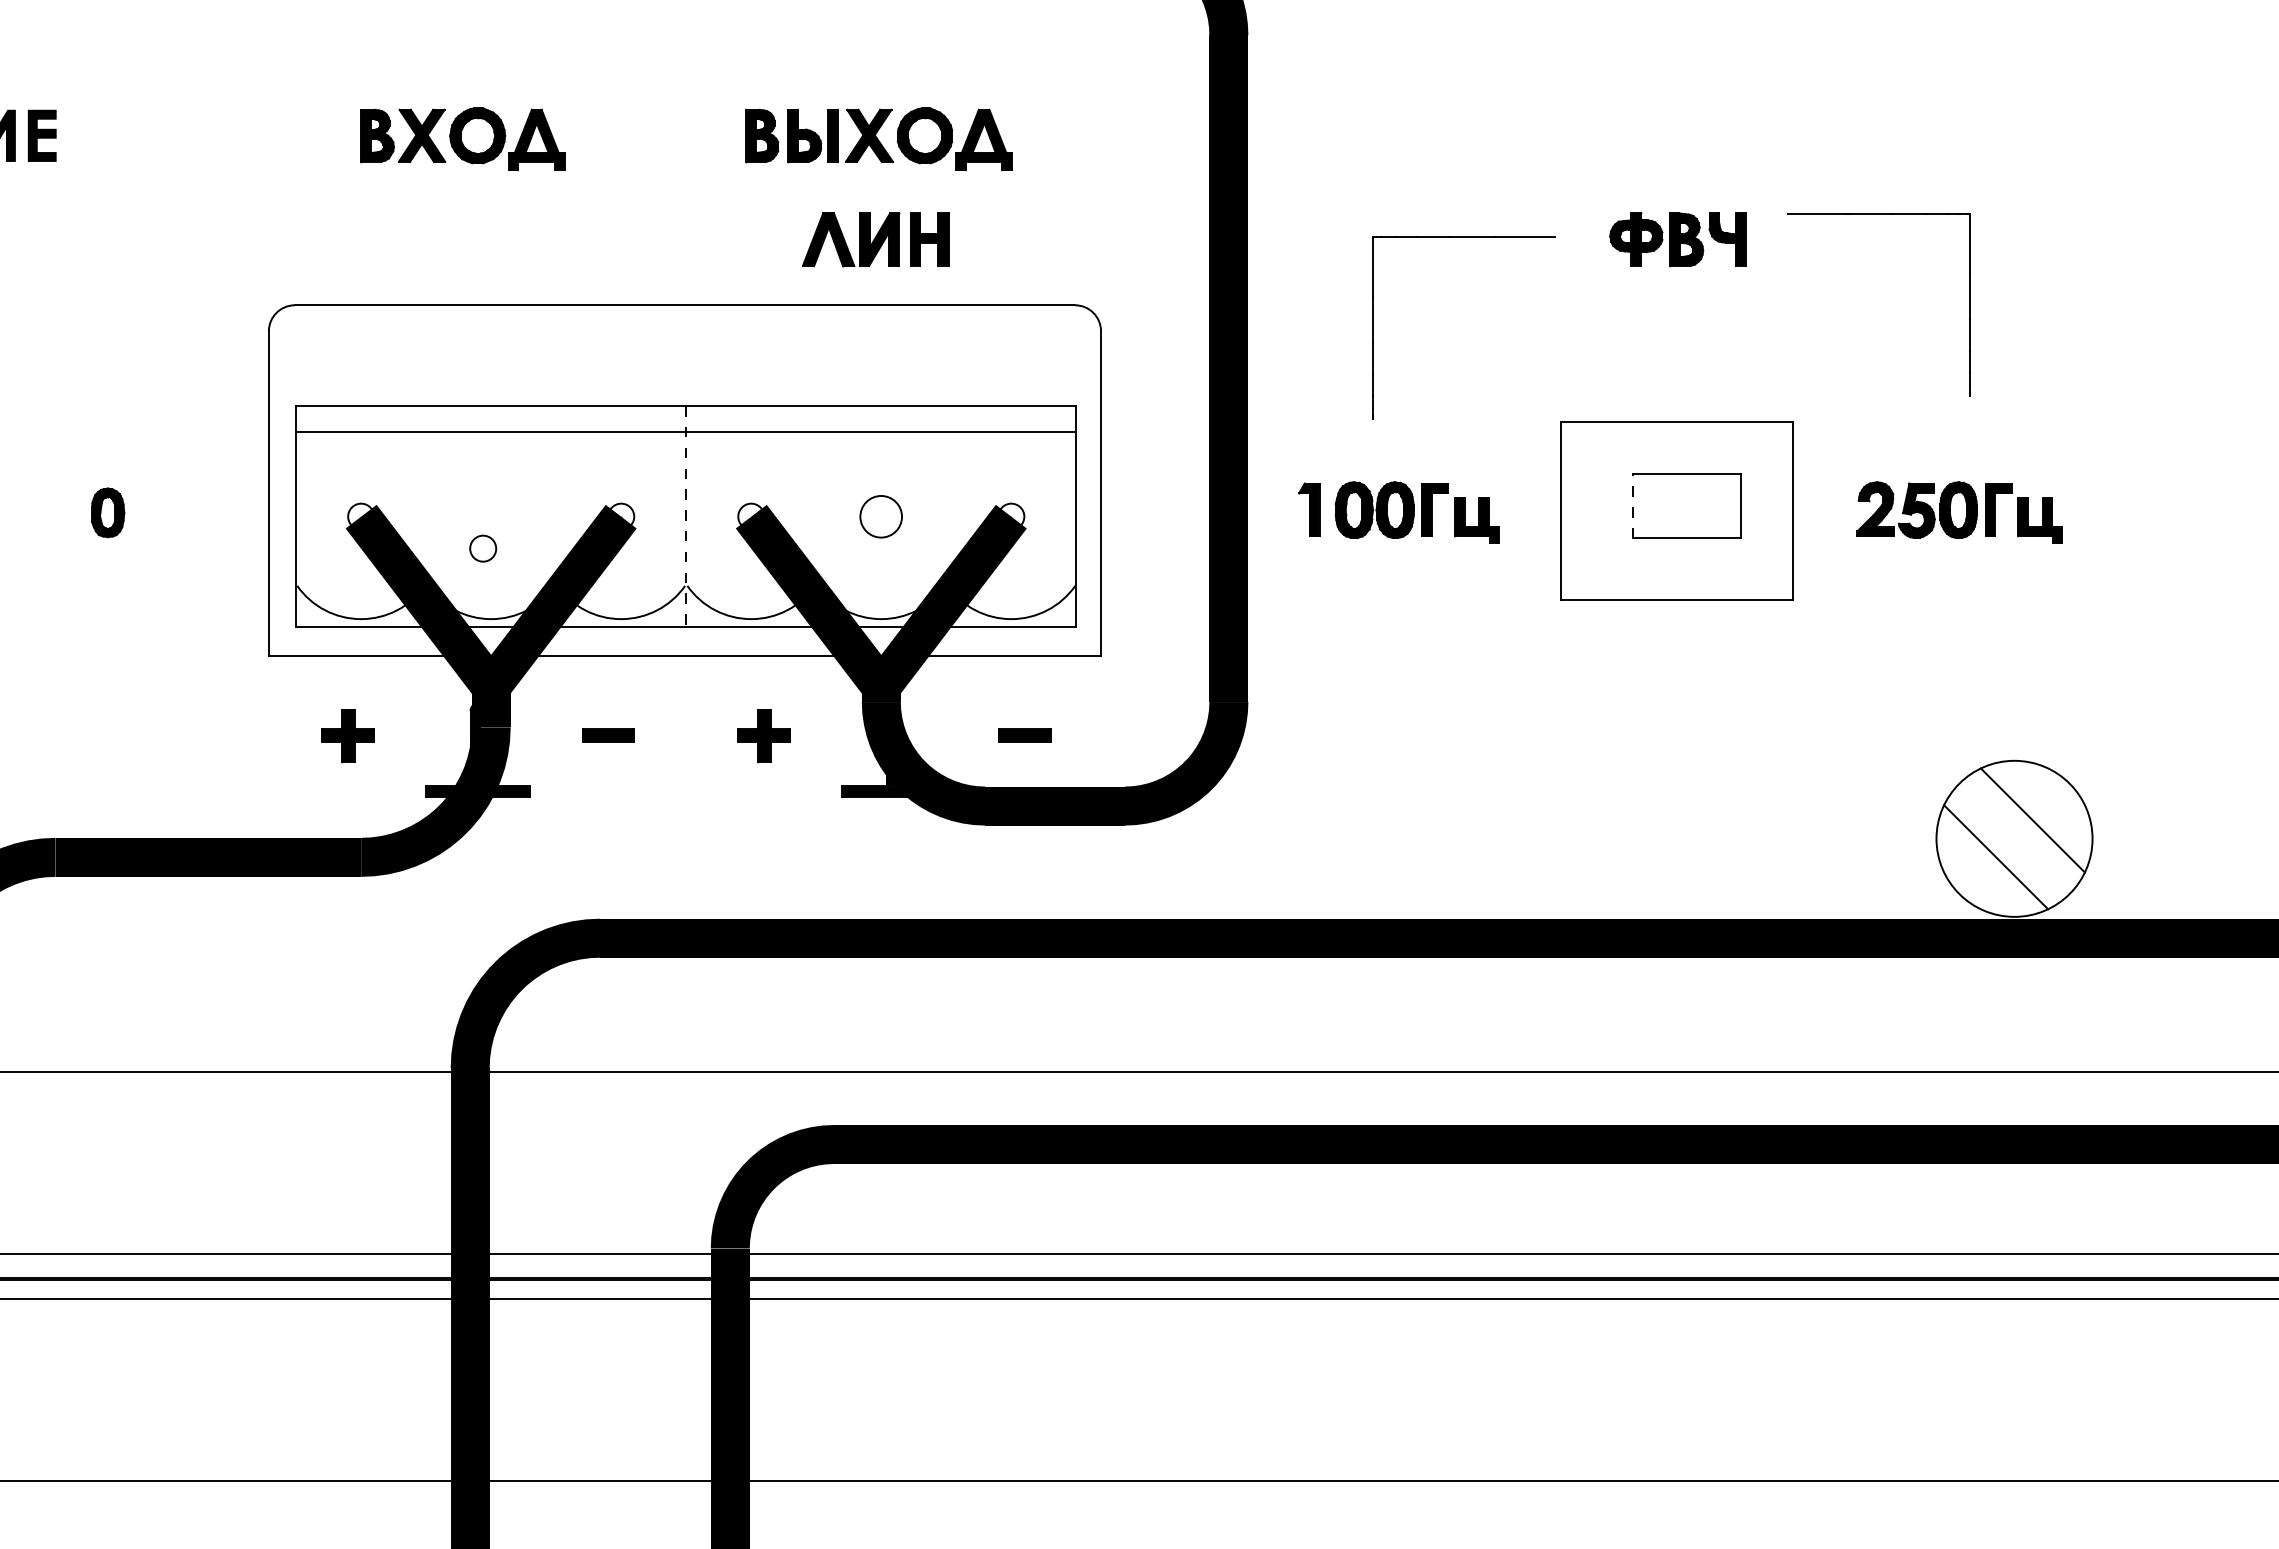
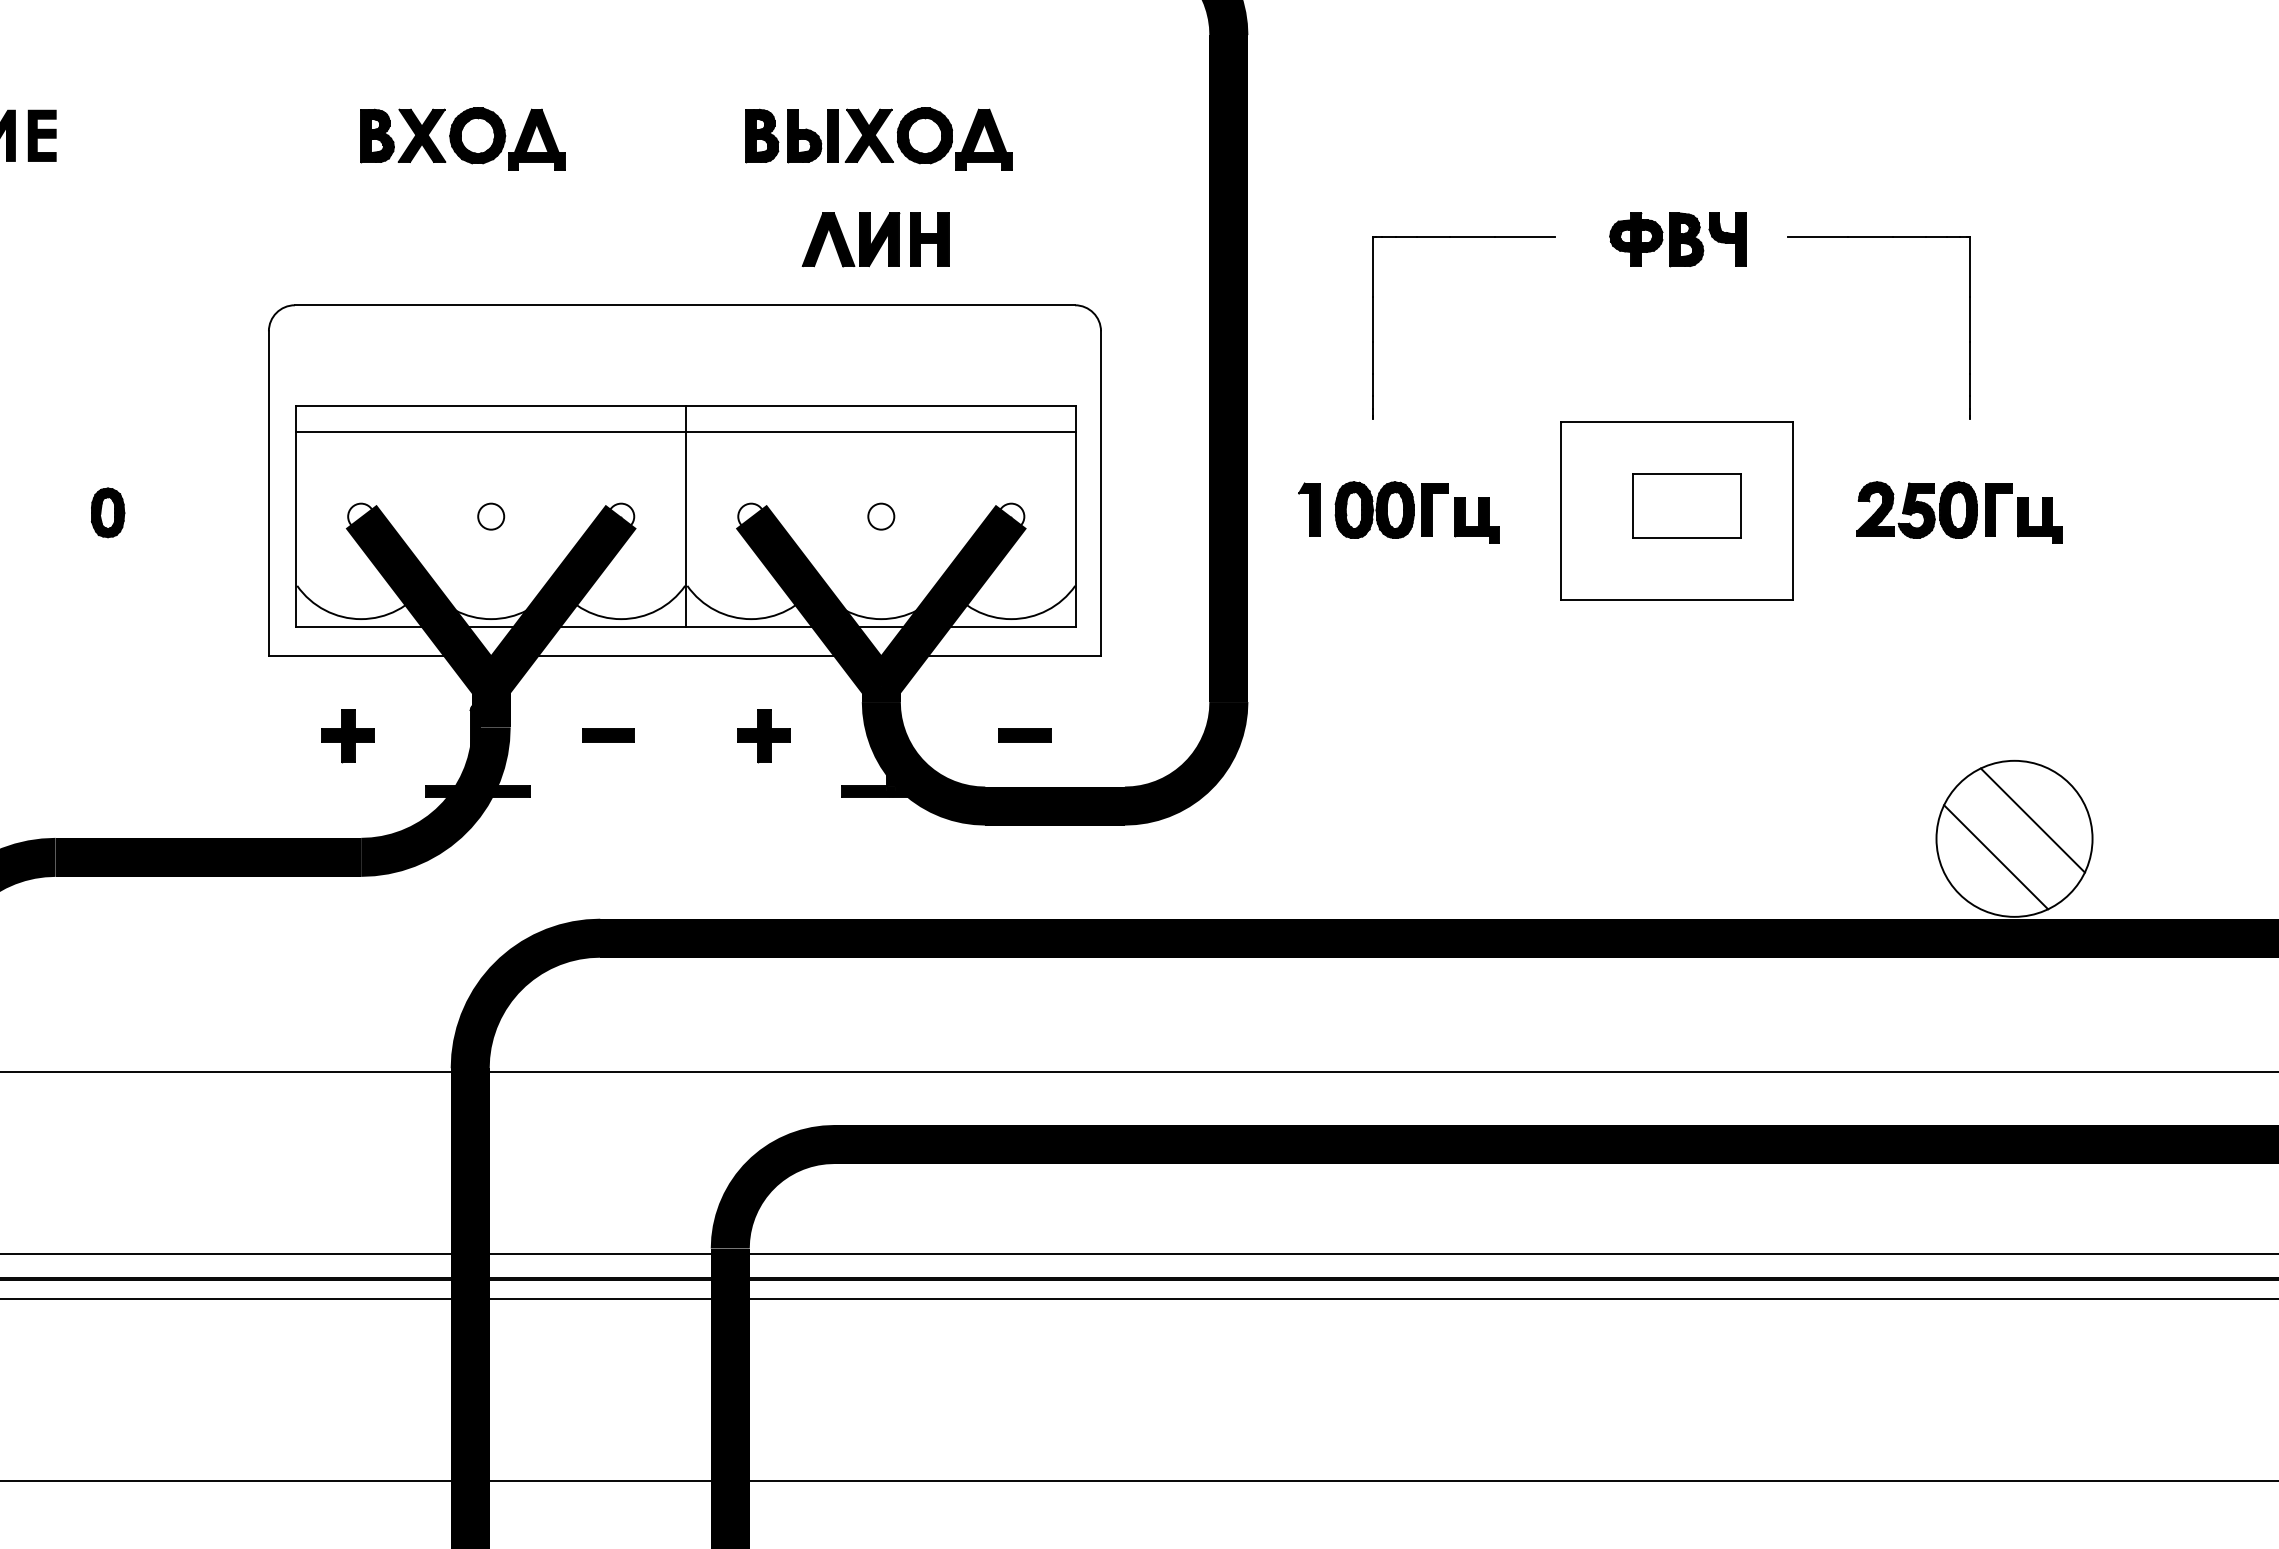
part at (1878, 214) position: (1878, 214) -> (1878, 237)
line at (1632, 505): dashed -> solid
line at (686, 516): dashed -> solid
circle at (880, 516) size: 44x44 px -> 29x29 px
circle at (483, 548) position: (483, 548) -> (491, 516)
